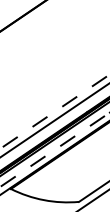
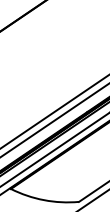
line at (55, 111): dashed -> solid
line at (55, 149): dashed -> solid
